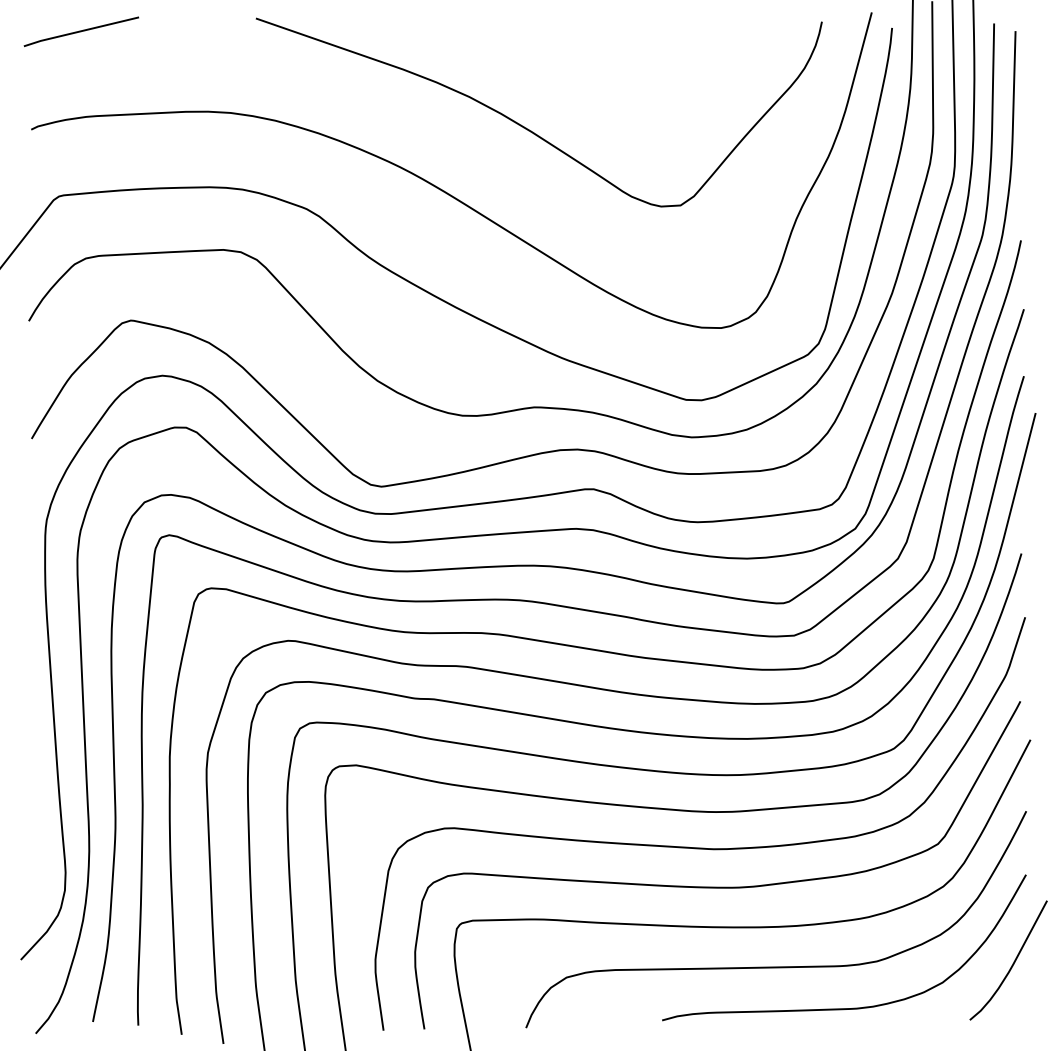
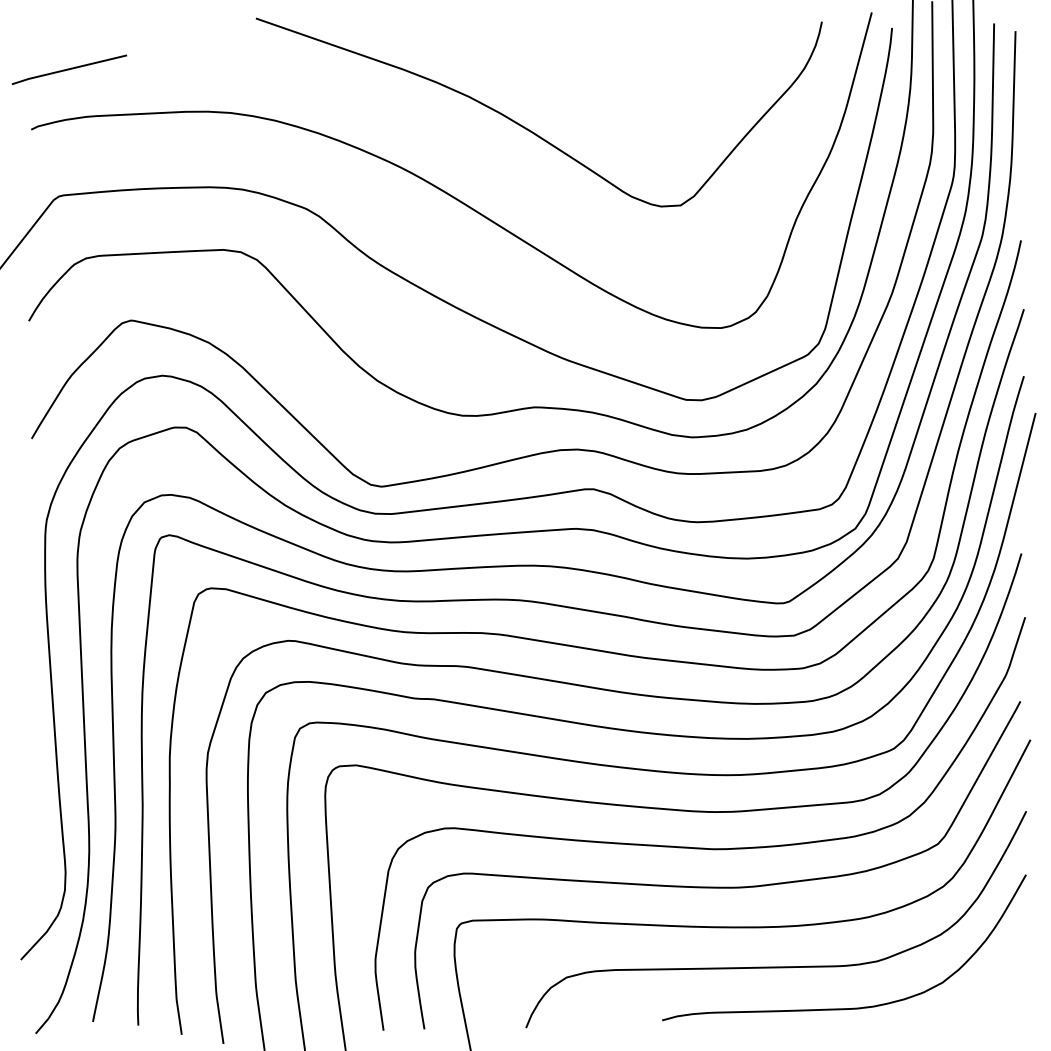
line at (81, 31) position: (81, 31) -> (69, 69)
curve at (1012, 963): present -> none
